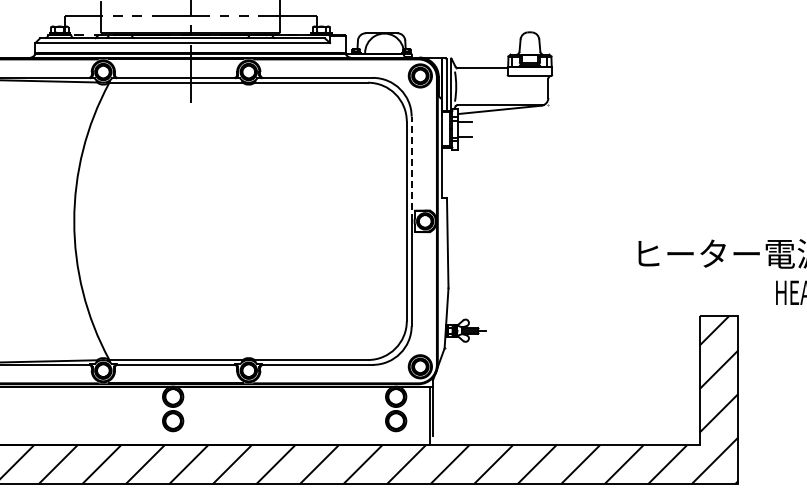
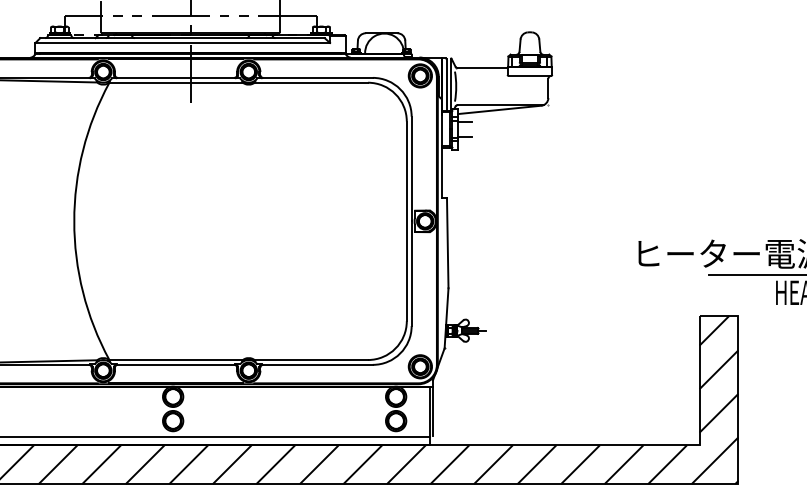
line at (411, 168): dashed -> solid
line at (756, 274): none -> present
line at (216, 436): none -> present
